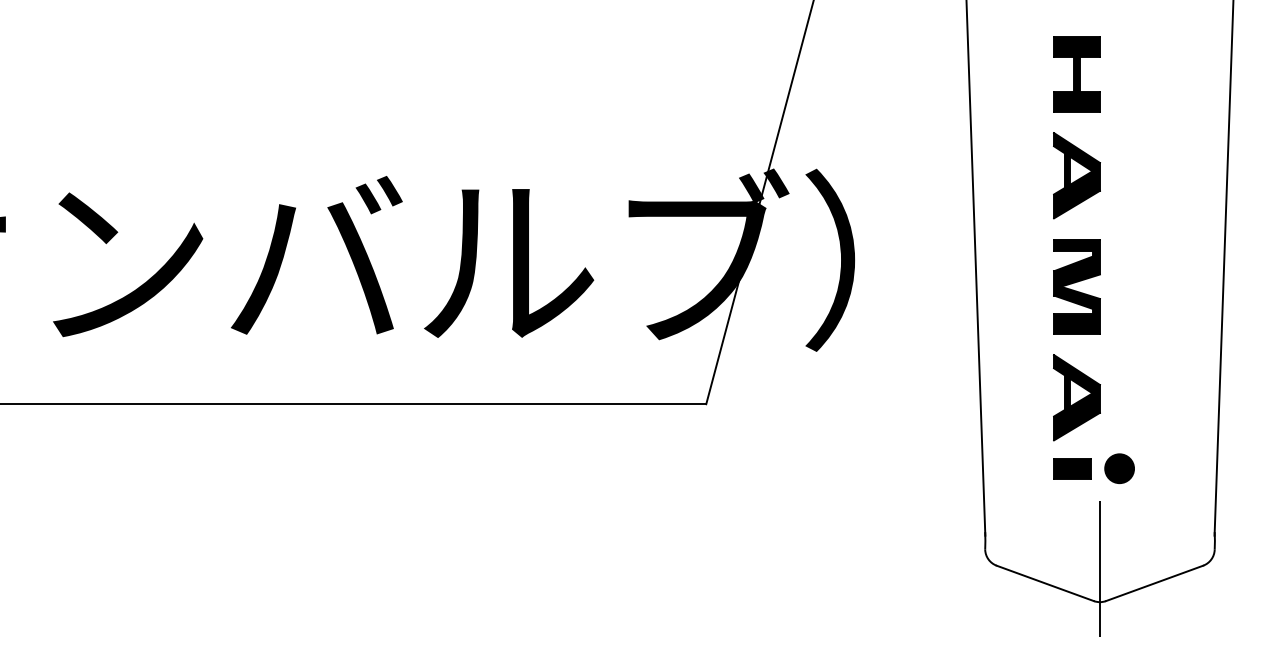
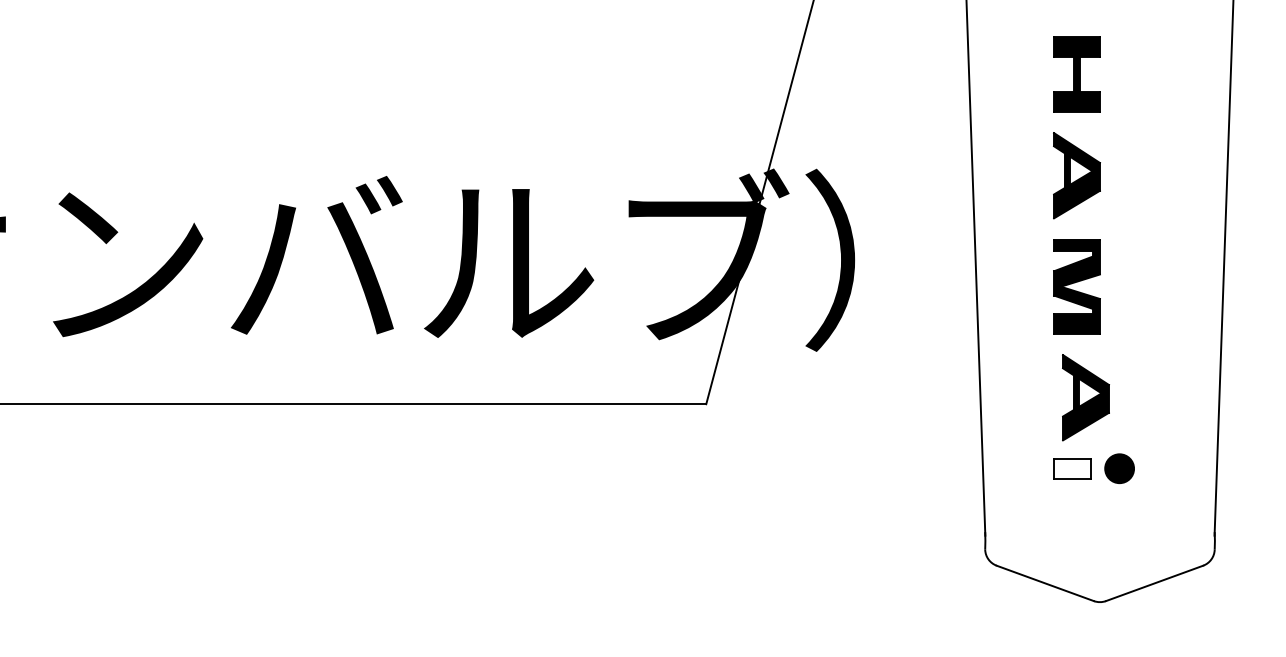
part at (1076, 397) position: (1076, 397) -> (1085, 397)
fill at (1072, 468): present -> none
line at (1099, 568): present -> none
